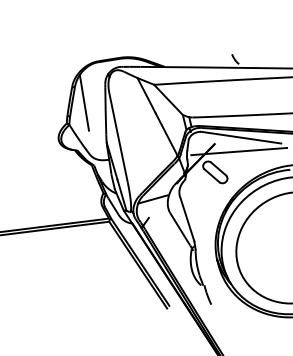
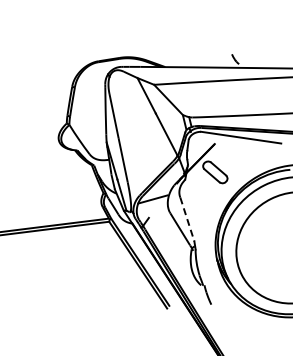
line at (83, 102): present -> none
line at (239, 151): present -> none
line at (187, 219): solid -> dashed
